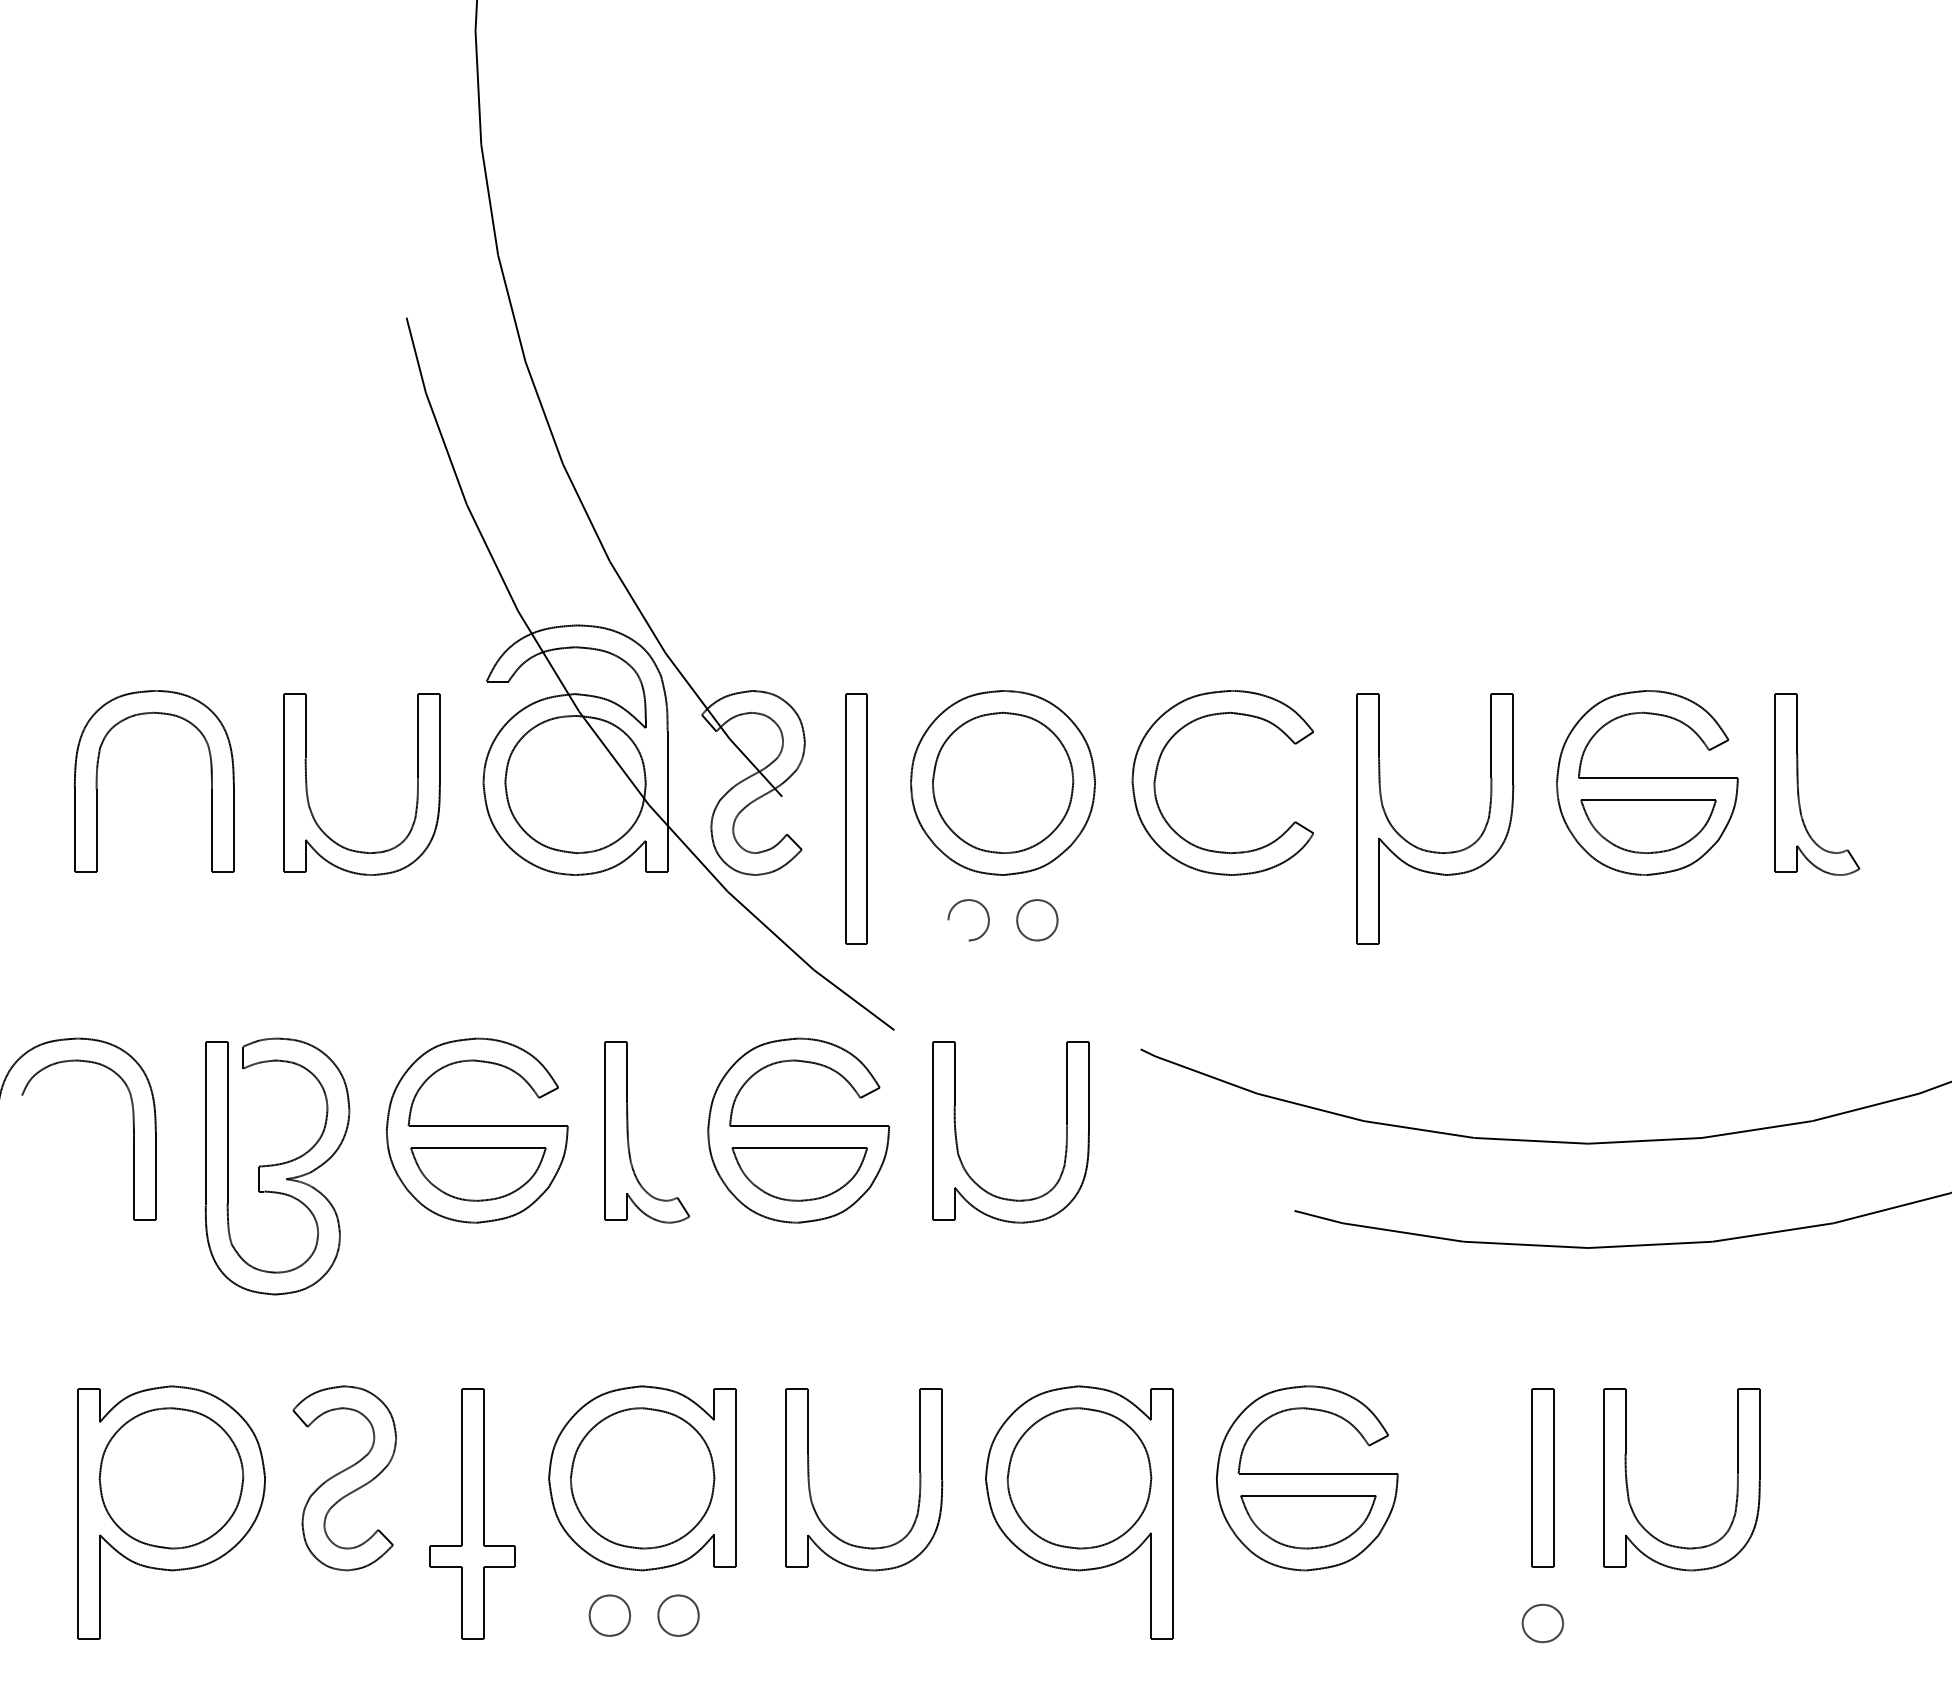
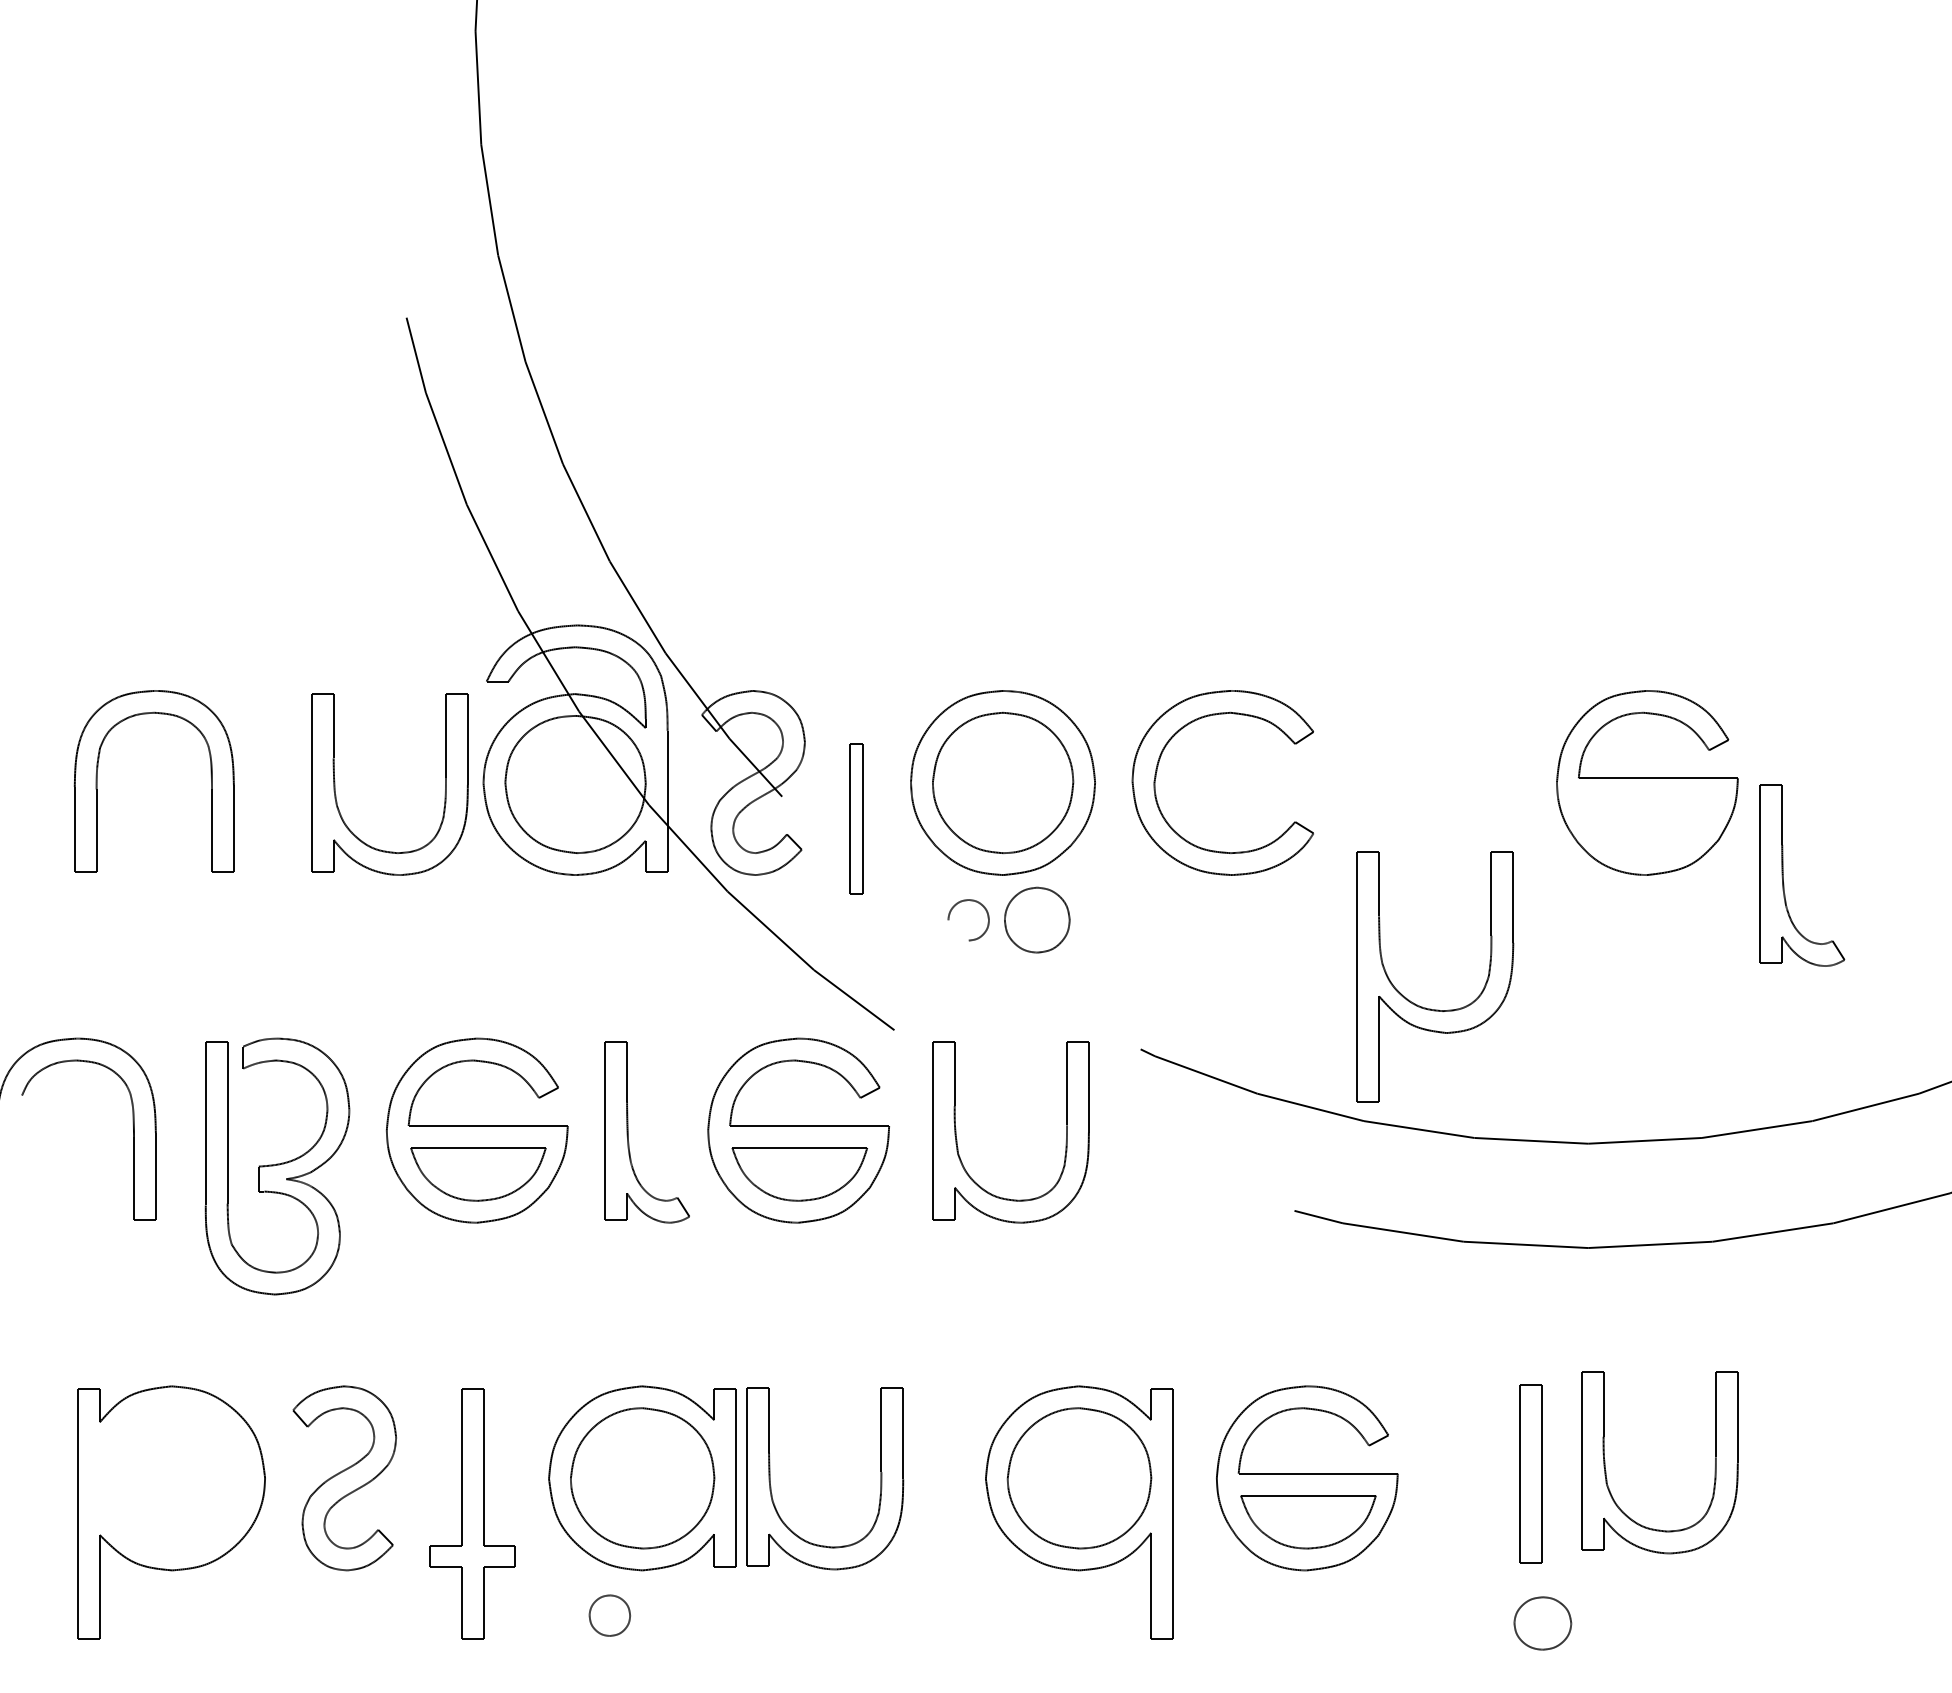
part at (307, 784) position: (307, 784) -> (335, 784)
part at (1798, 784) position: (1798, 784) -> (1783, 875)
part at (856, 818) size: 23x252 px -> 15x152 px
part at (1648, 826): present -> none
part at (1430, 850) position: (1430, 850) -> (1430, 1008)
part at (1037, 920) size: 43x43 px -> 67x68 px
part at (1542, 1477) position: (1542, 1477) -> (1530, 1473)
part at (171, 1478): present -> none
part at (810, 1487) position: (810, 1487) -> (771, 1486)
part at (1628, 1487) position: (1628, 1487) -> (1606, 1470)
part at (678, 1615): present -> none
part at (1542, 1623) size: 44x41 px -> 60x55 px
